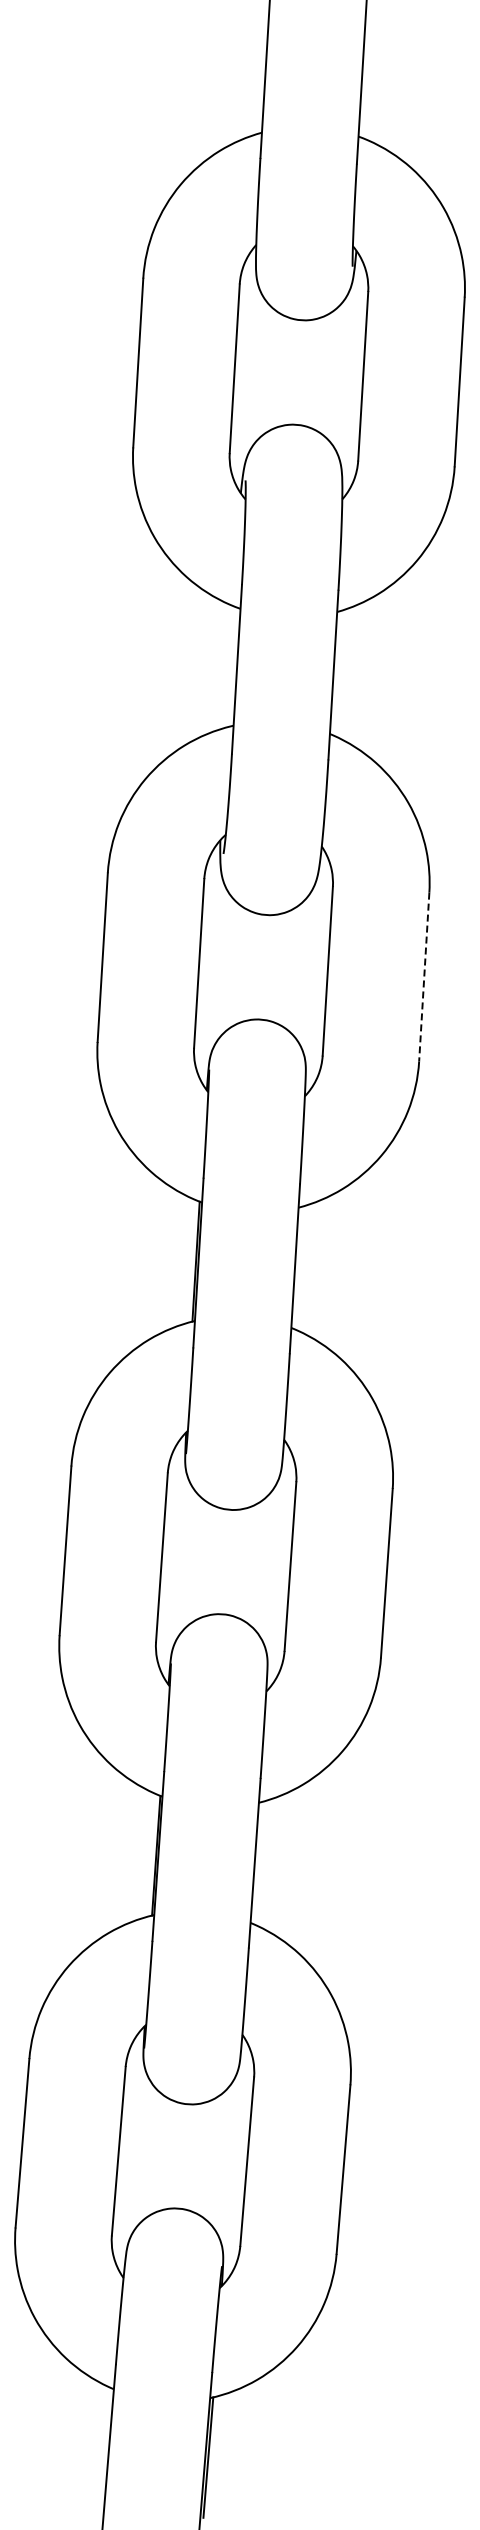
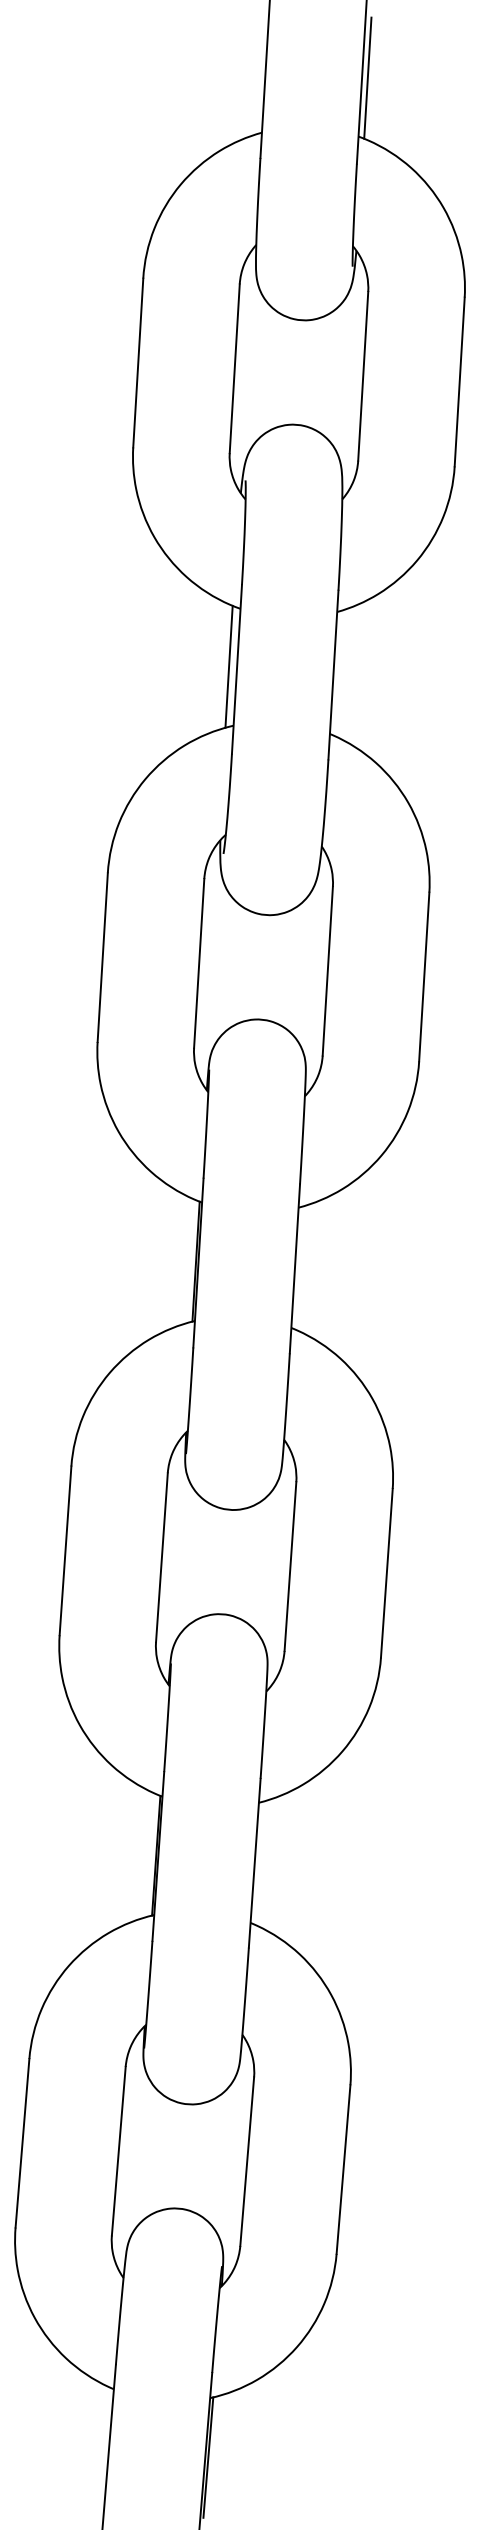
line at (367, 77): none -> present
line at (228, 666): none -> present
line at (424, 977): dashed -> solid
